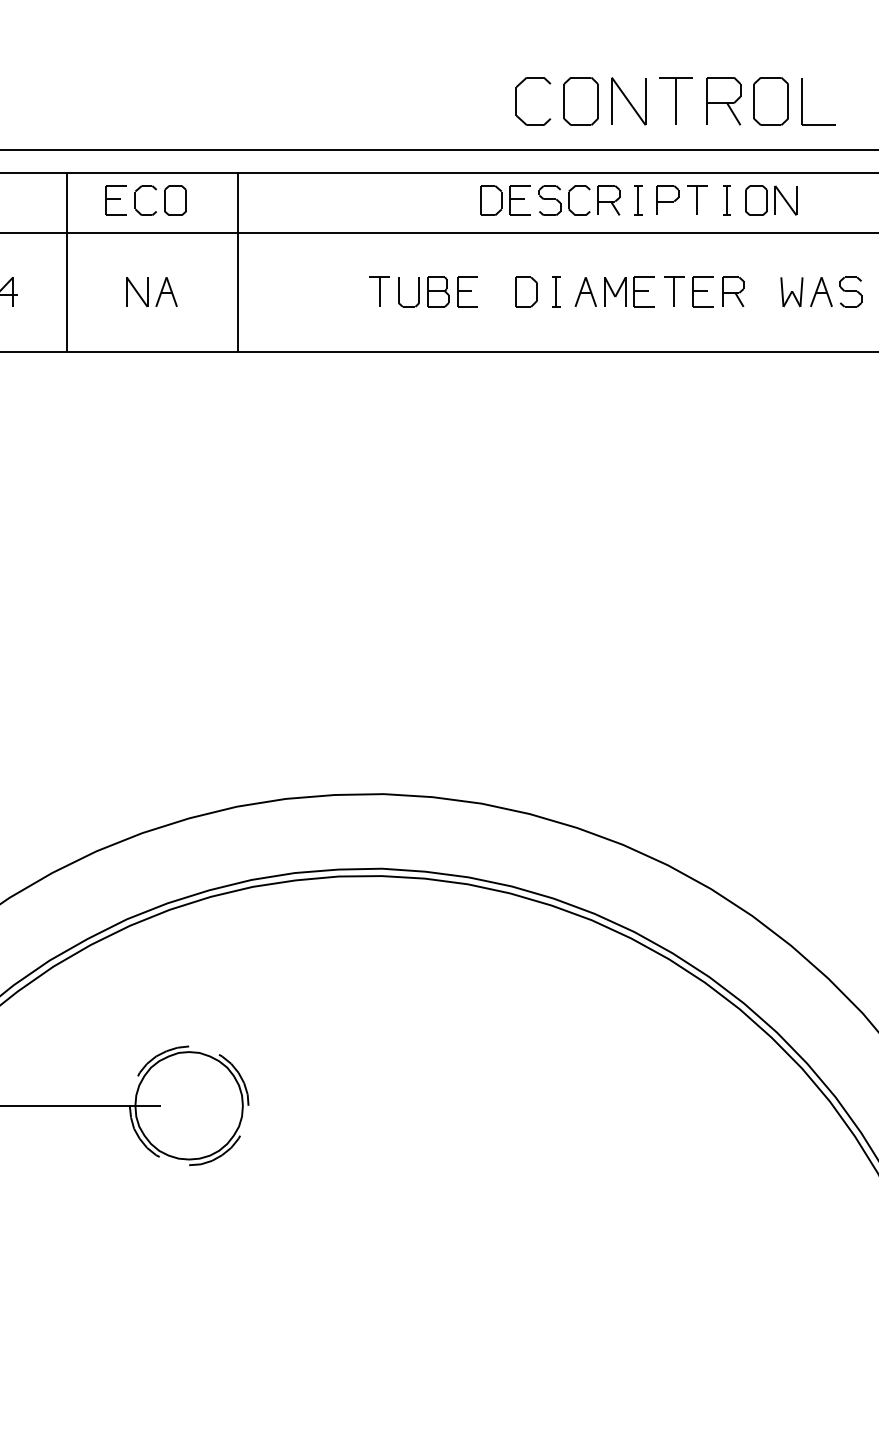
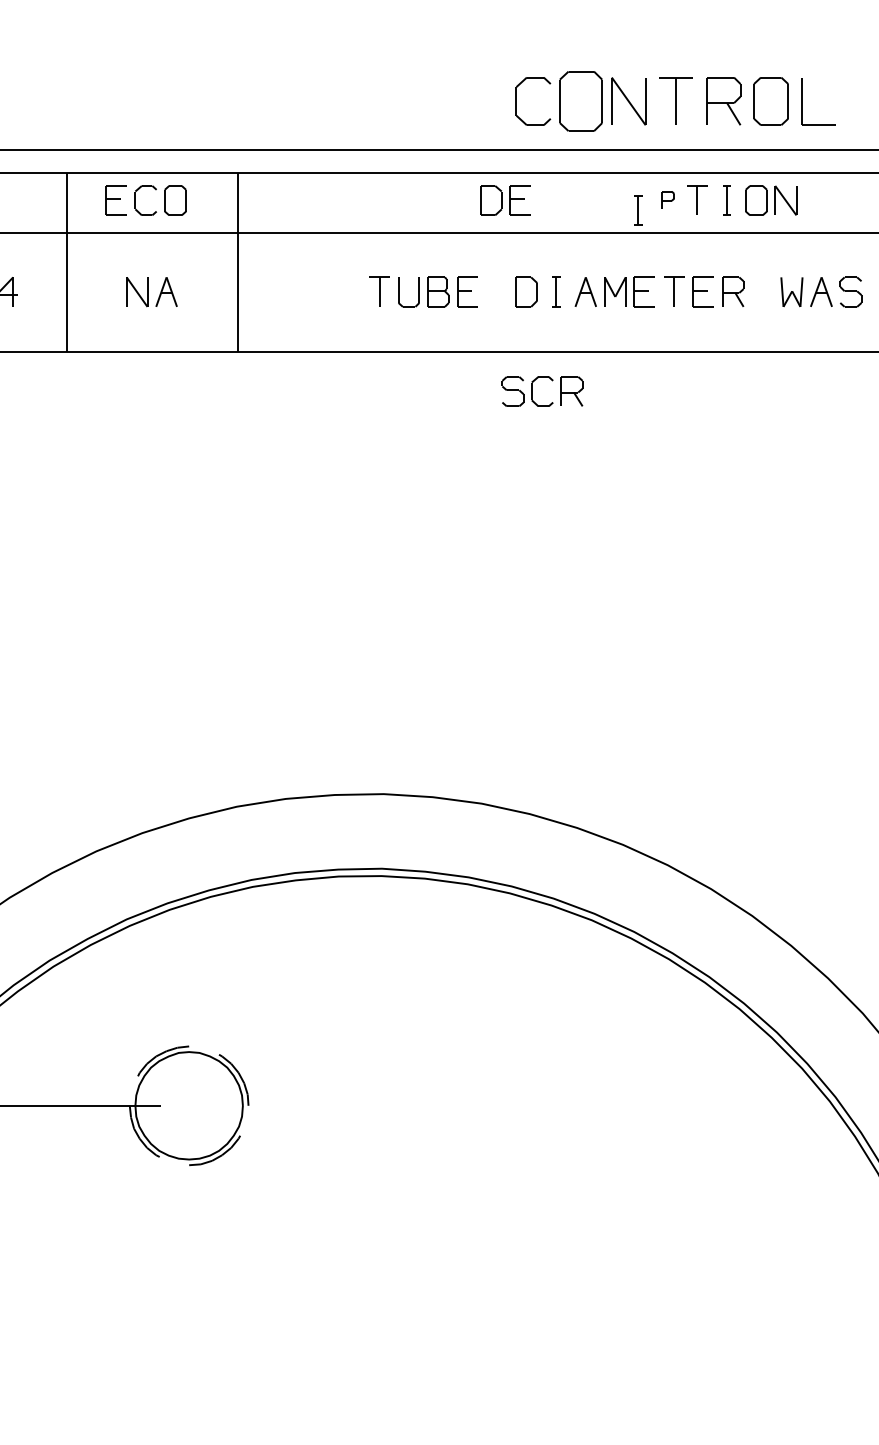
part at (580, 101) size: 36x49 px -> 44x61 px
part at (667, 199) size: 24x30 px -> 14x18 px
part at (569, 200) position: (569, 200) -> (532, 391)
part at (638, 200) position: (638, 200) -> (638, 210)
